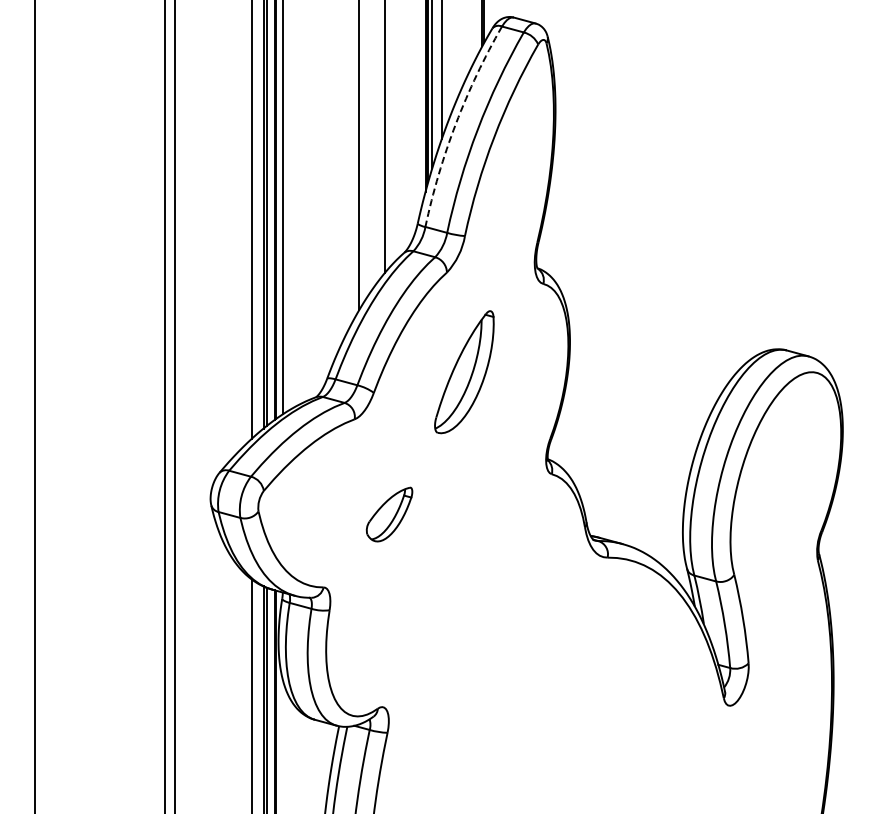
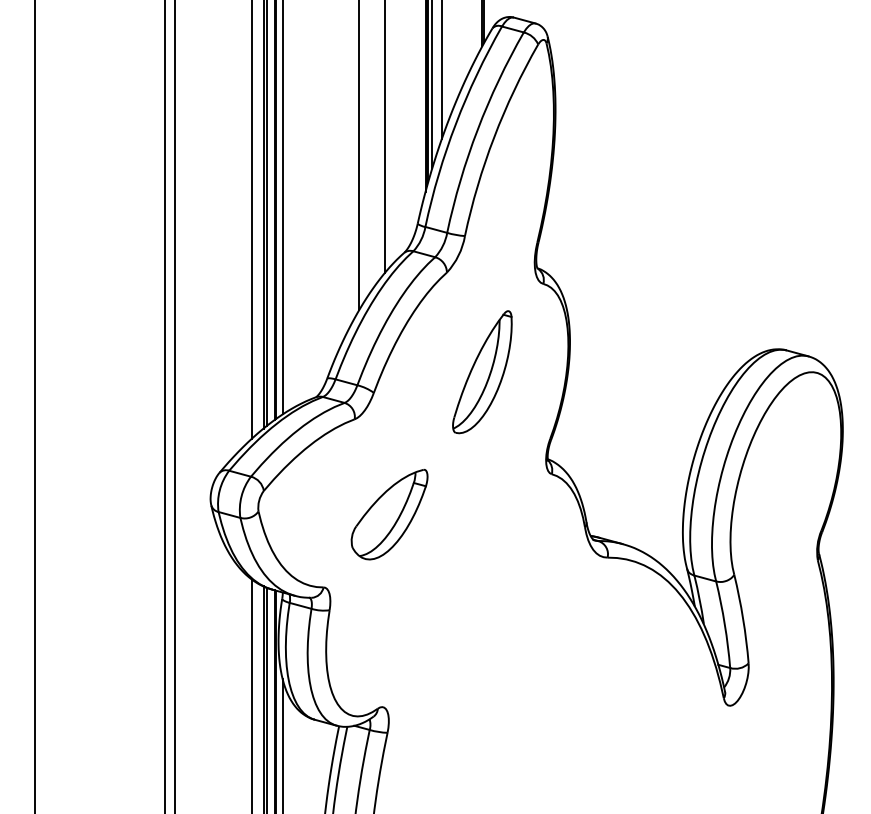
arc at (455, 123): dashed -> solid
part at (464, 372) position: (464, 372) -> (482, 372)
part at (389, 514) size: 49x57 px -> 79x93 px
line at (282, 744): none -> present
